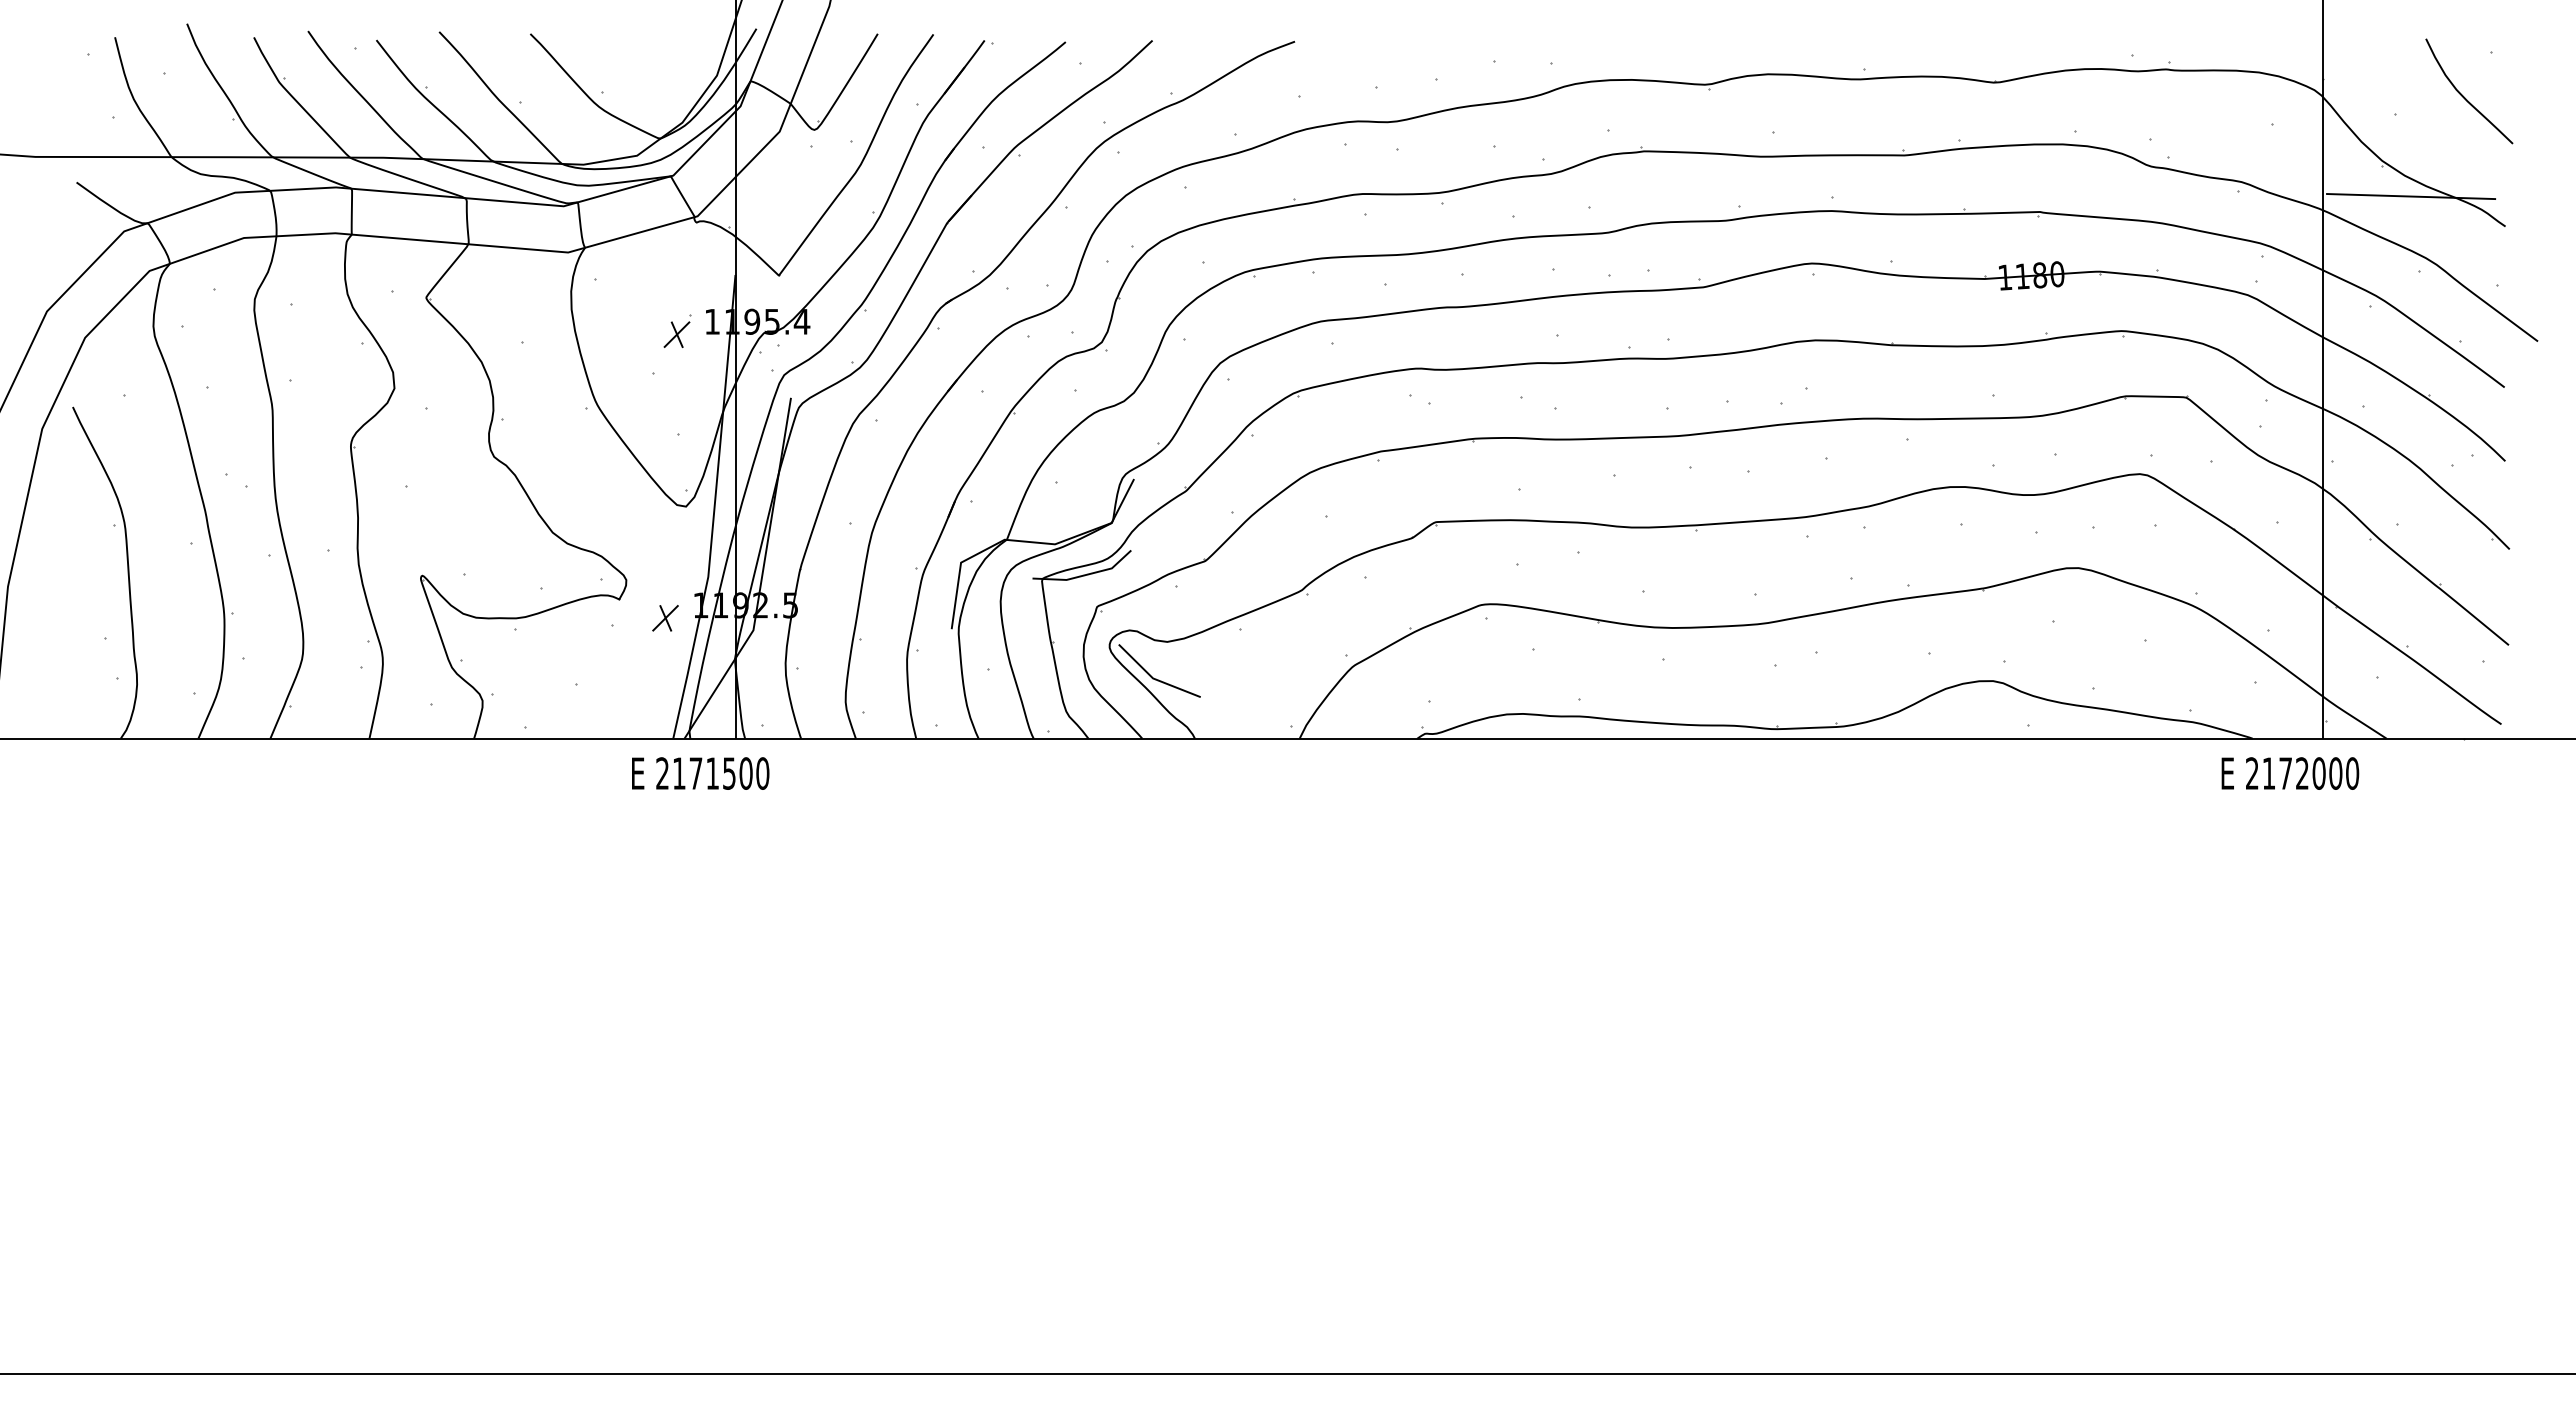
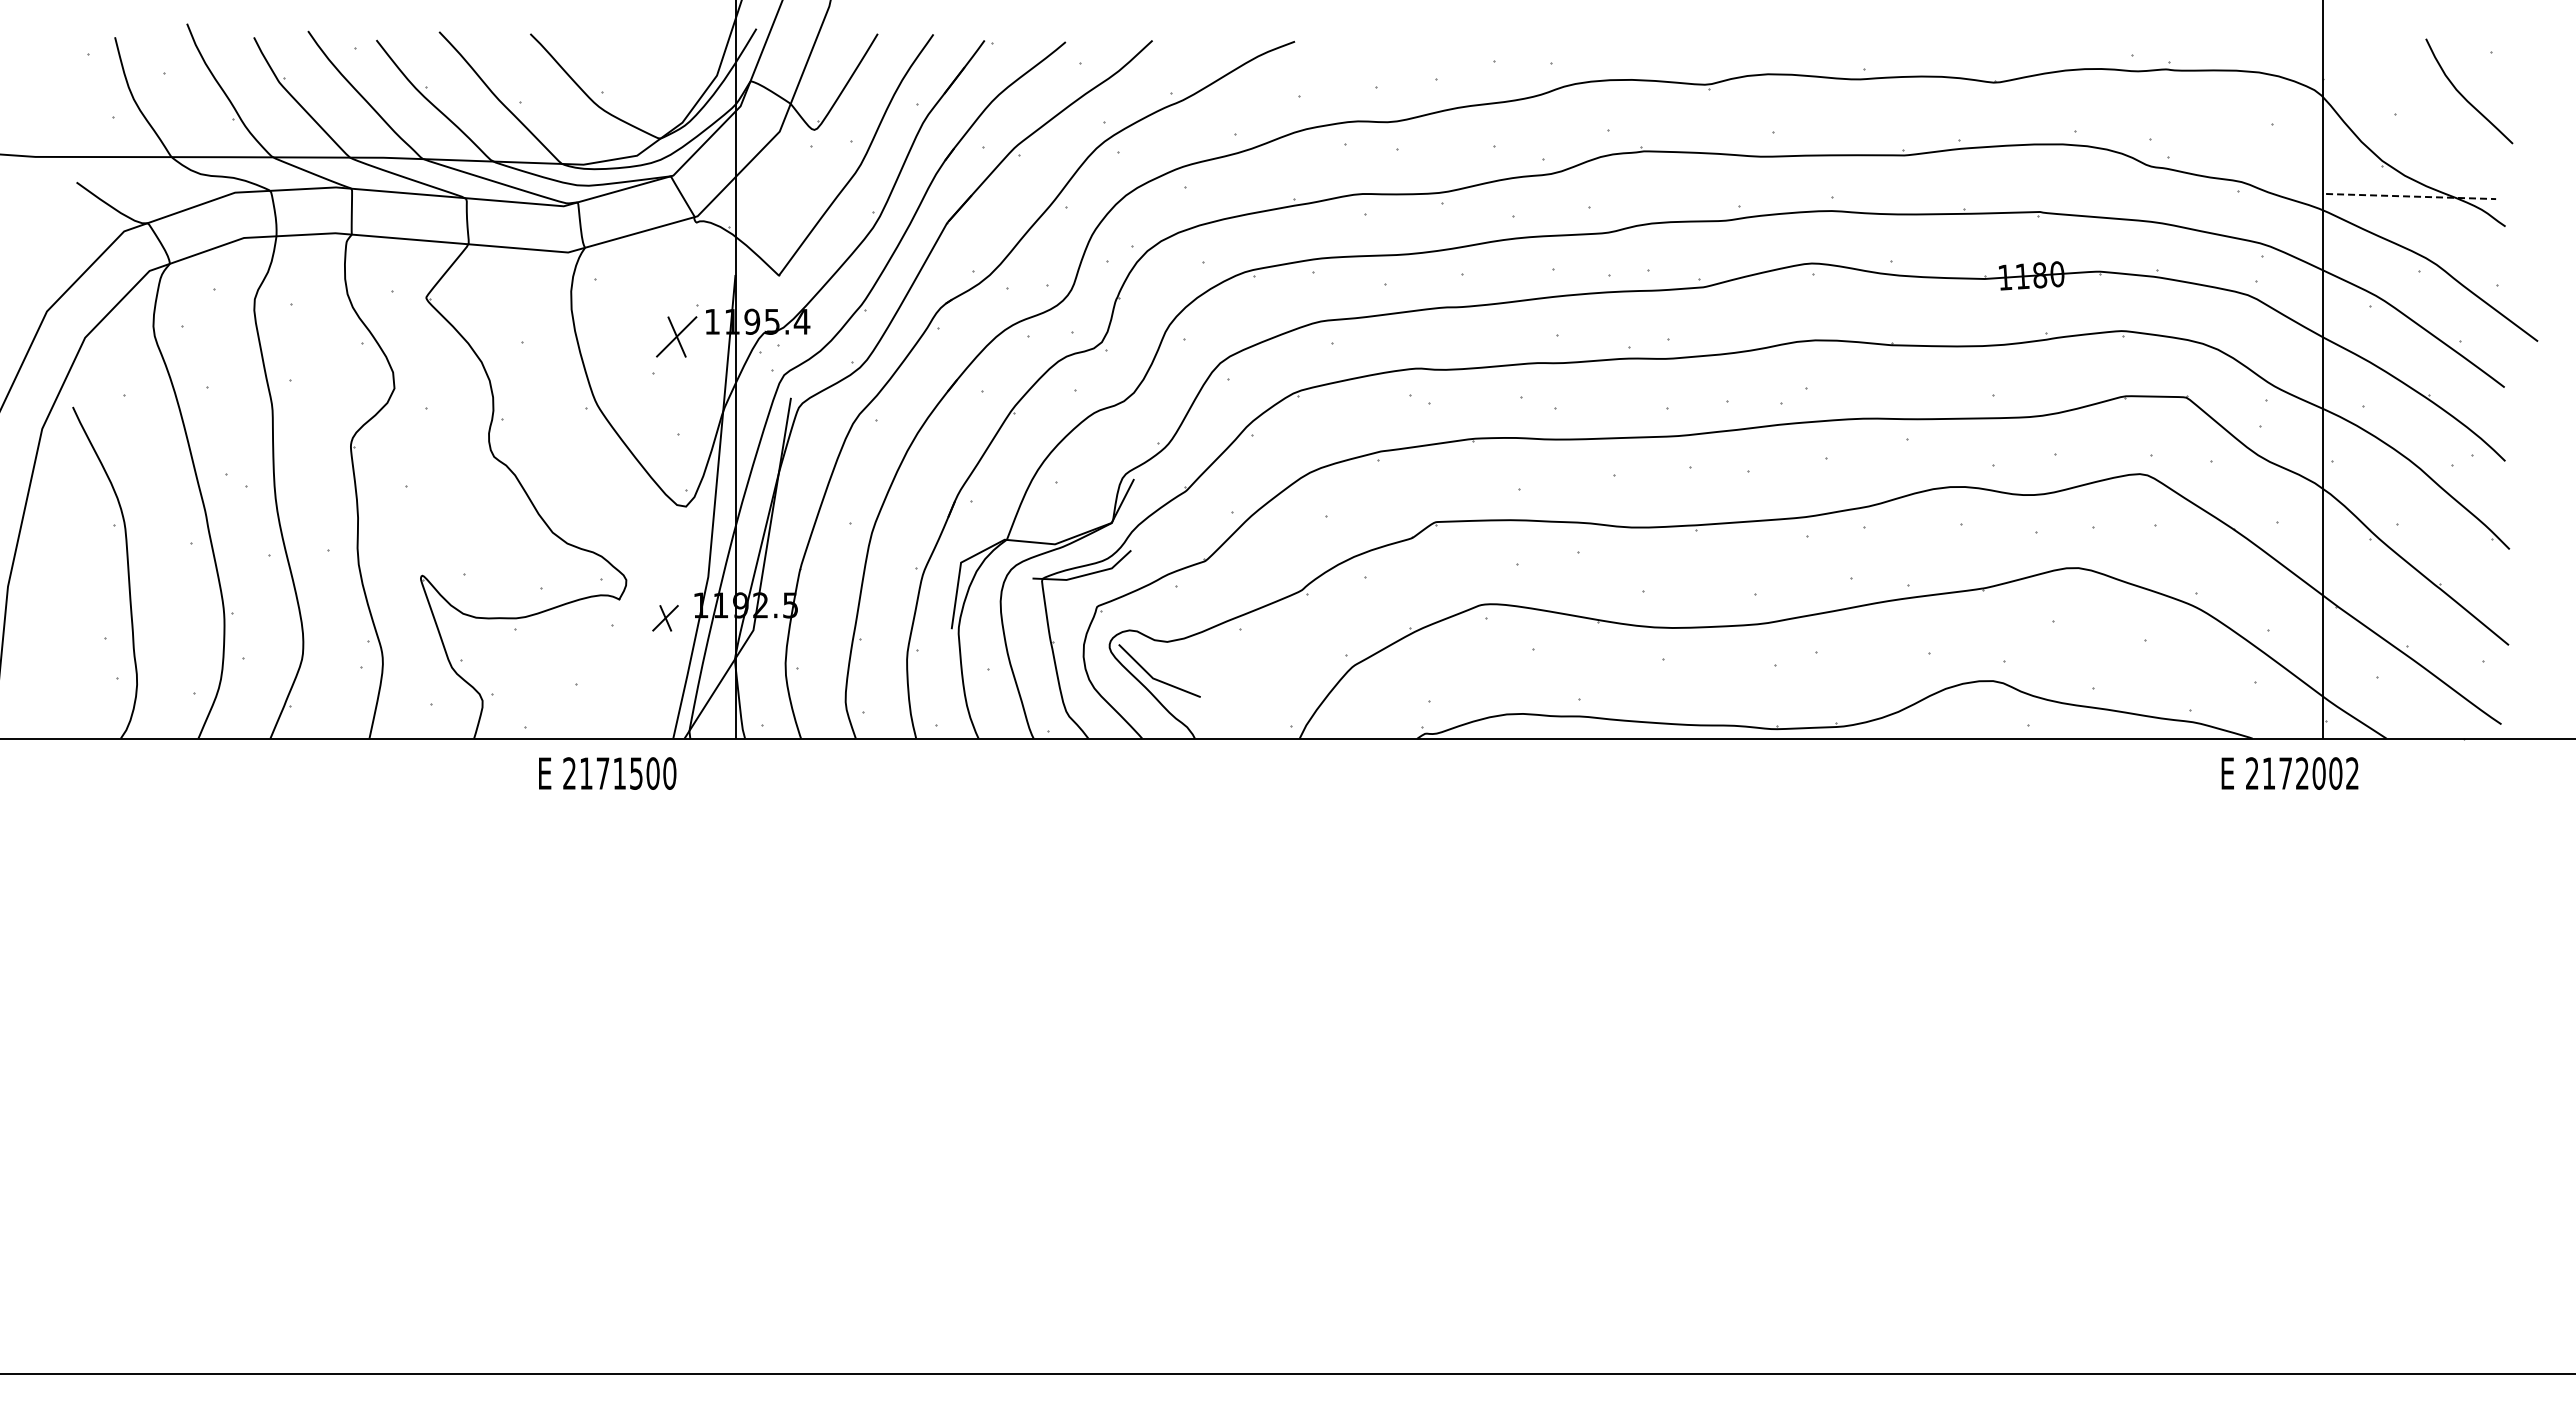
line at (2411, 196): solid -> dashed
part at (677, 330) size: 29x34 px -> 43x54 px
text at (700, 773) position: (700, 773) -> (607, 773)
text at (2352, 773): 2172000 -> 2172002
